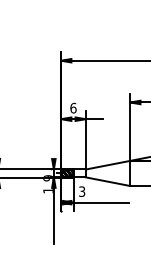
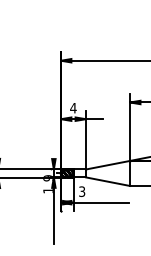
text at (73, 107): 6 -> 4
